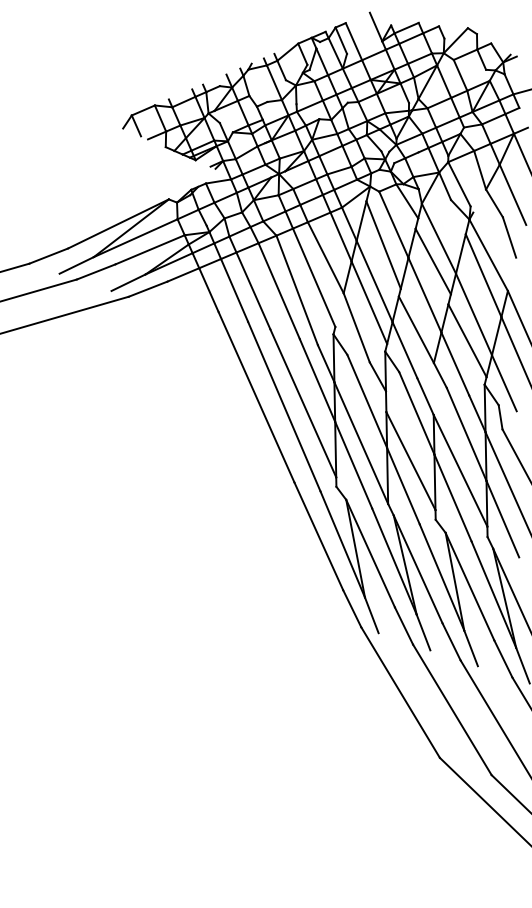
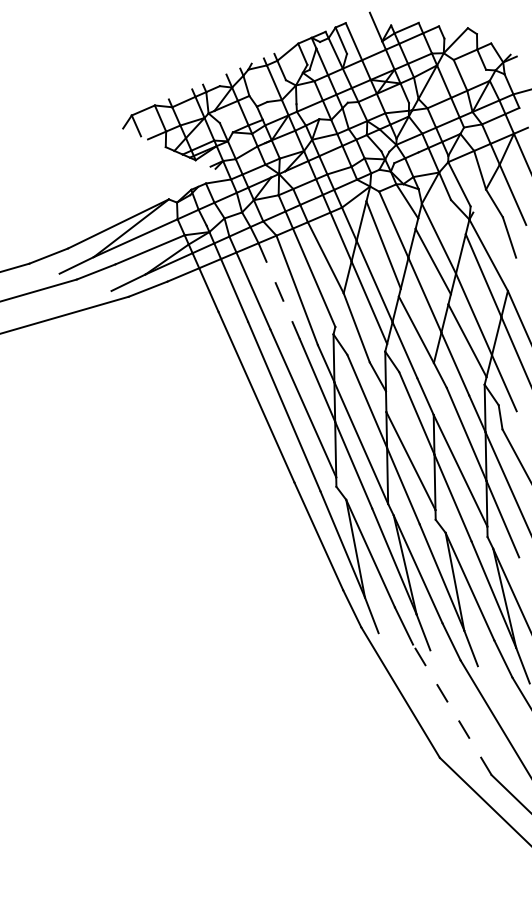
line at (279, 291): solid -> dashed
line at (452, 709): solid -> dashed
